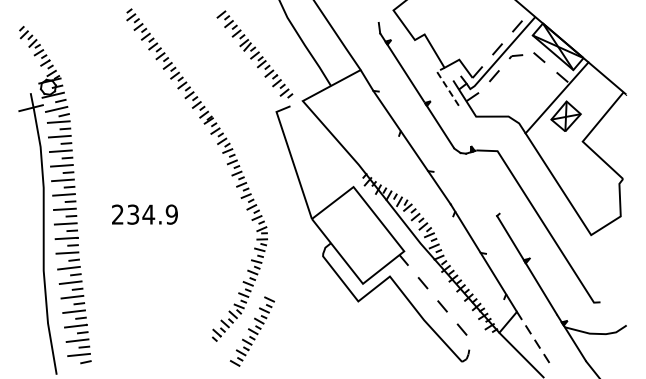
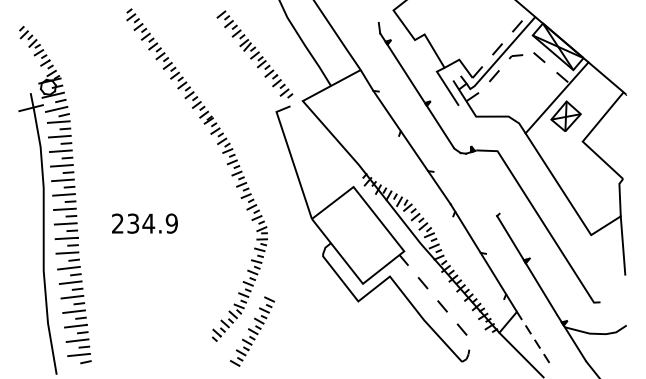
line at (444, 84): dashed -> solid
text at (144, 214) position: (144, 214) -> (144, 223)
line at (622, 245): none -> present
